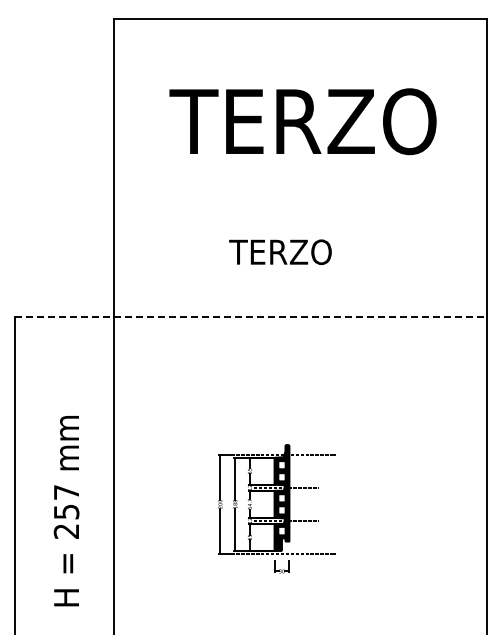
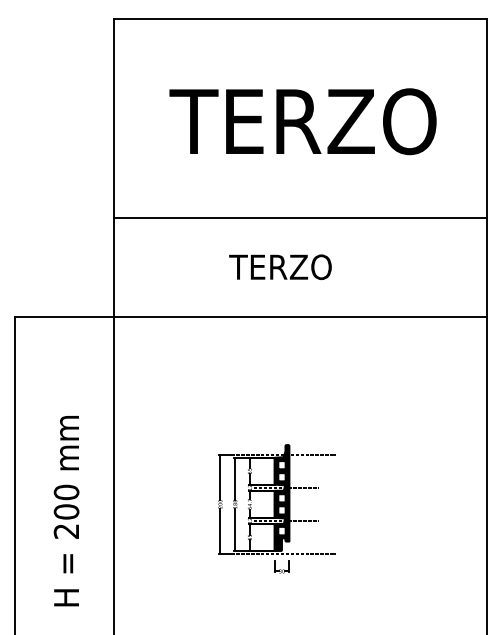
line at (300, 217): none -> present
text at (280, 251) position: (280, 251) -> (280, 266)
line at (251, 316): dashed -> solid
text at (66, 501): 257 -> 200
